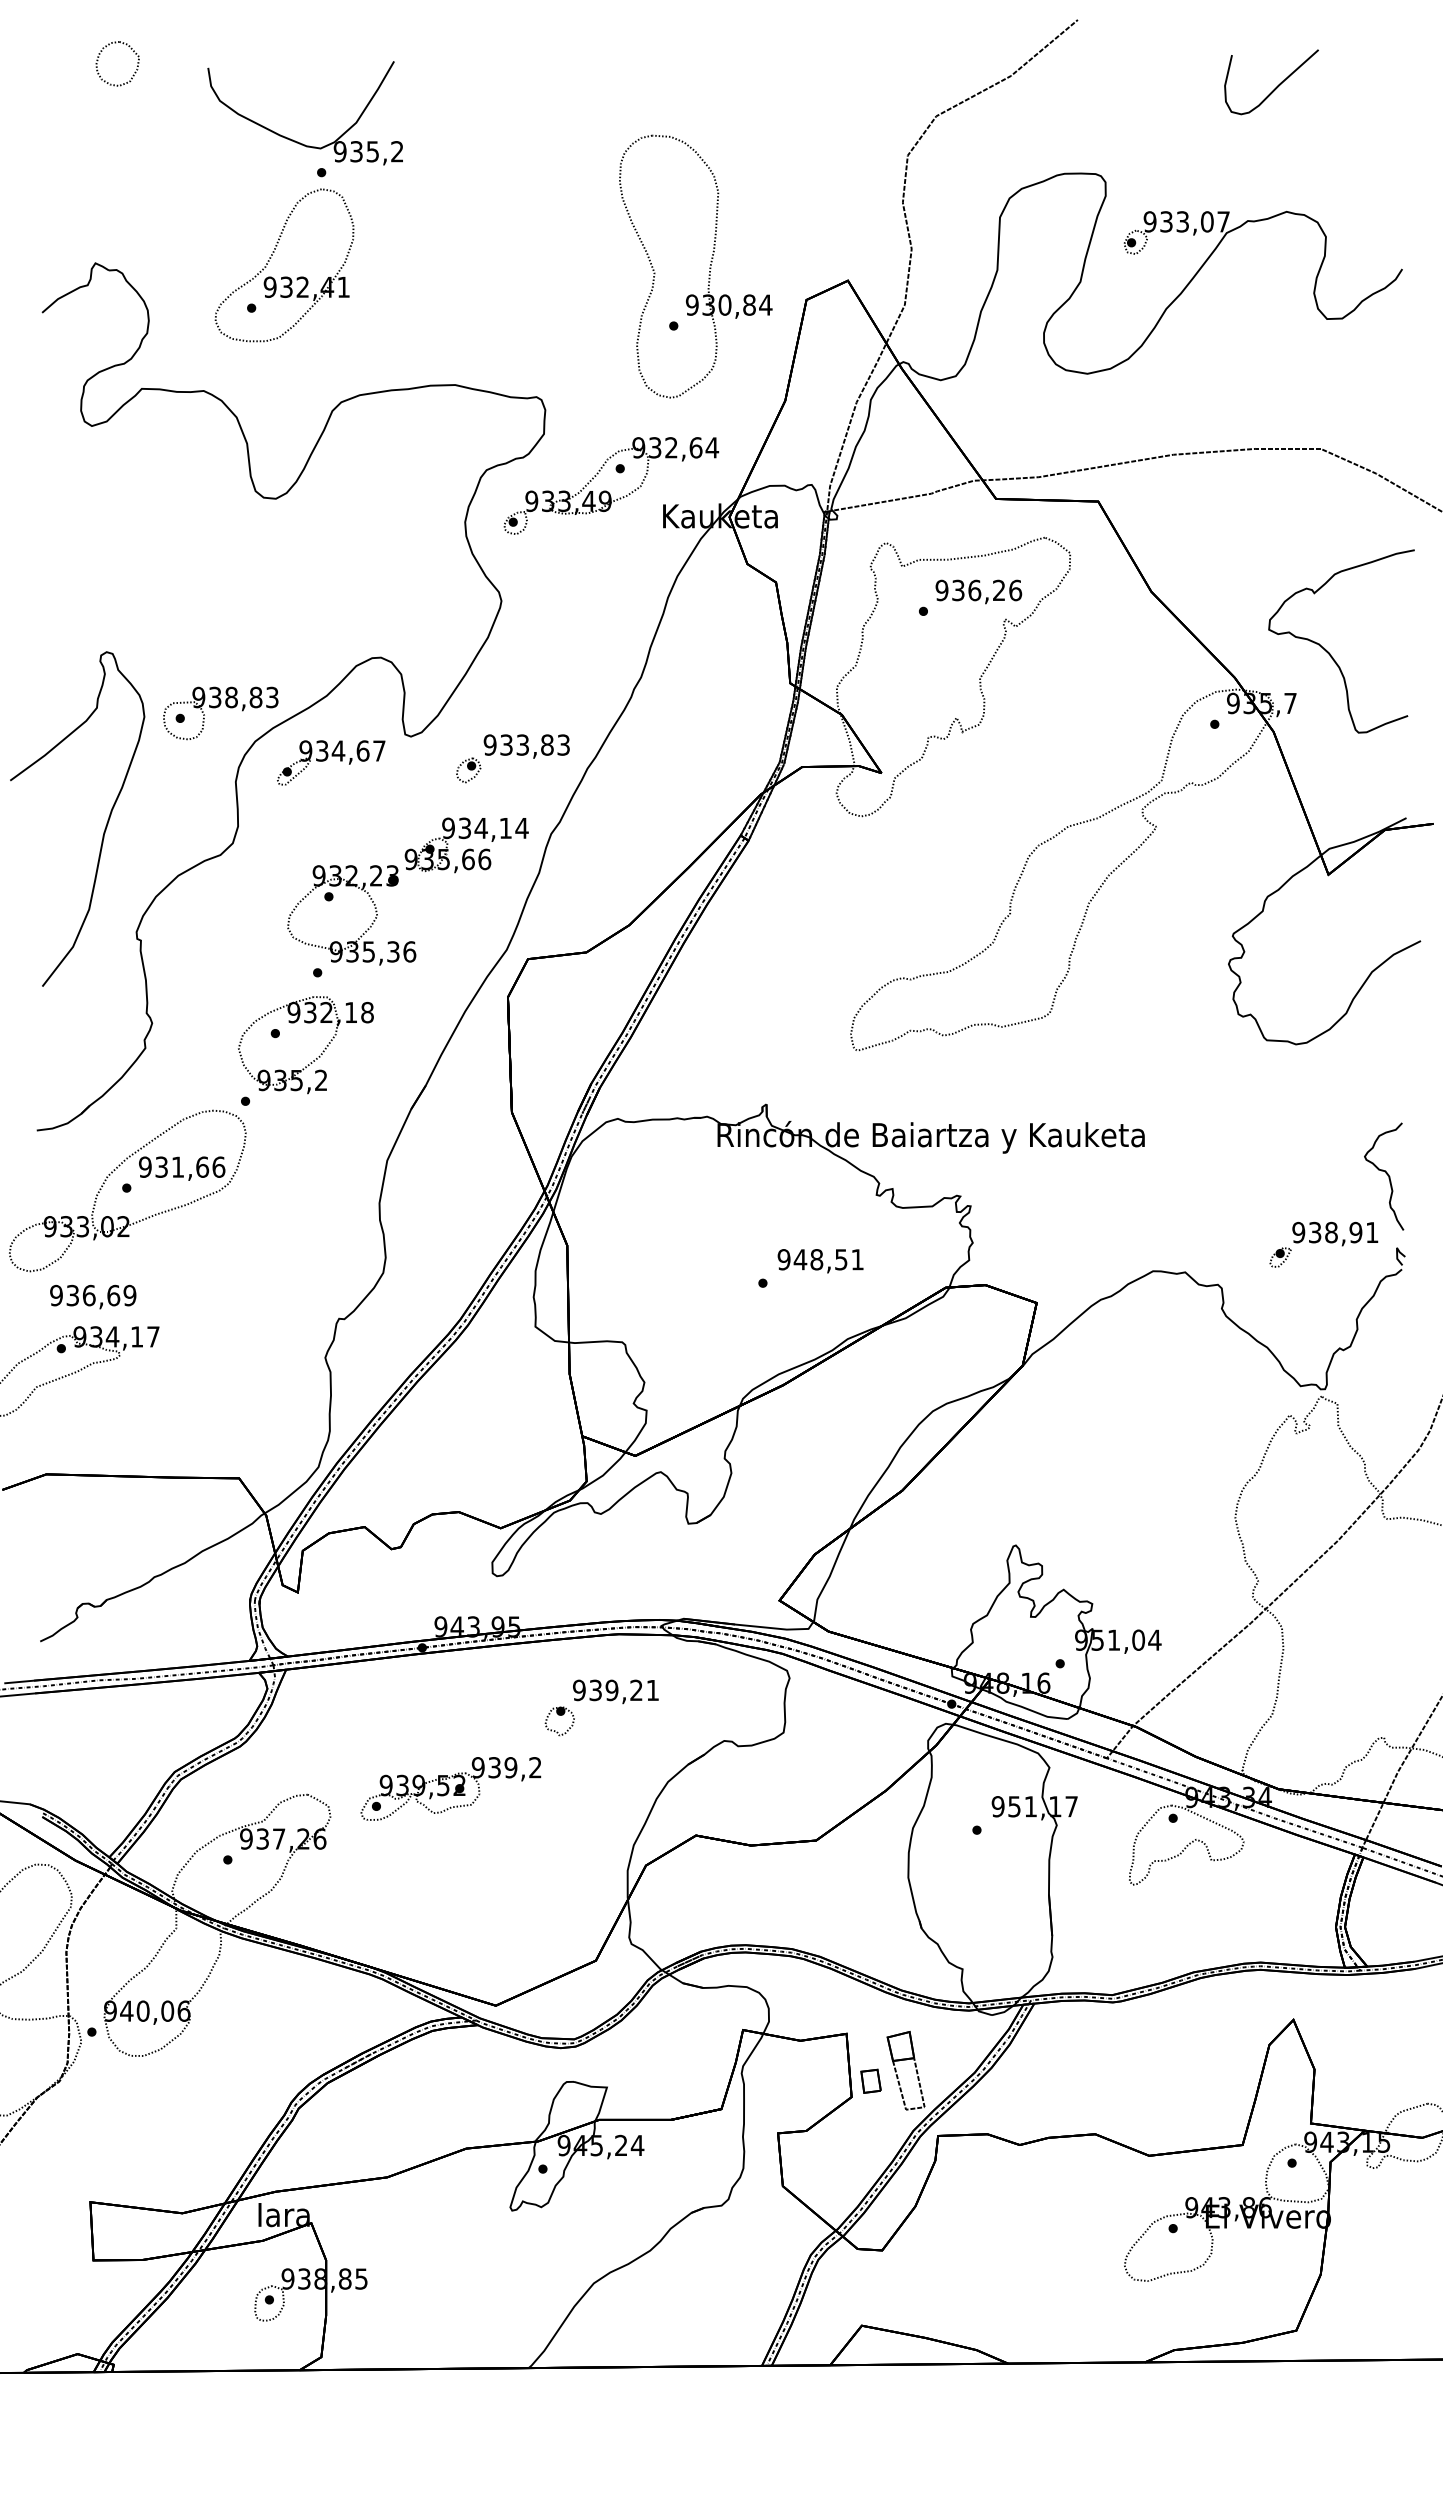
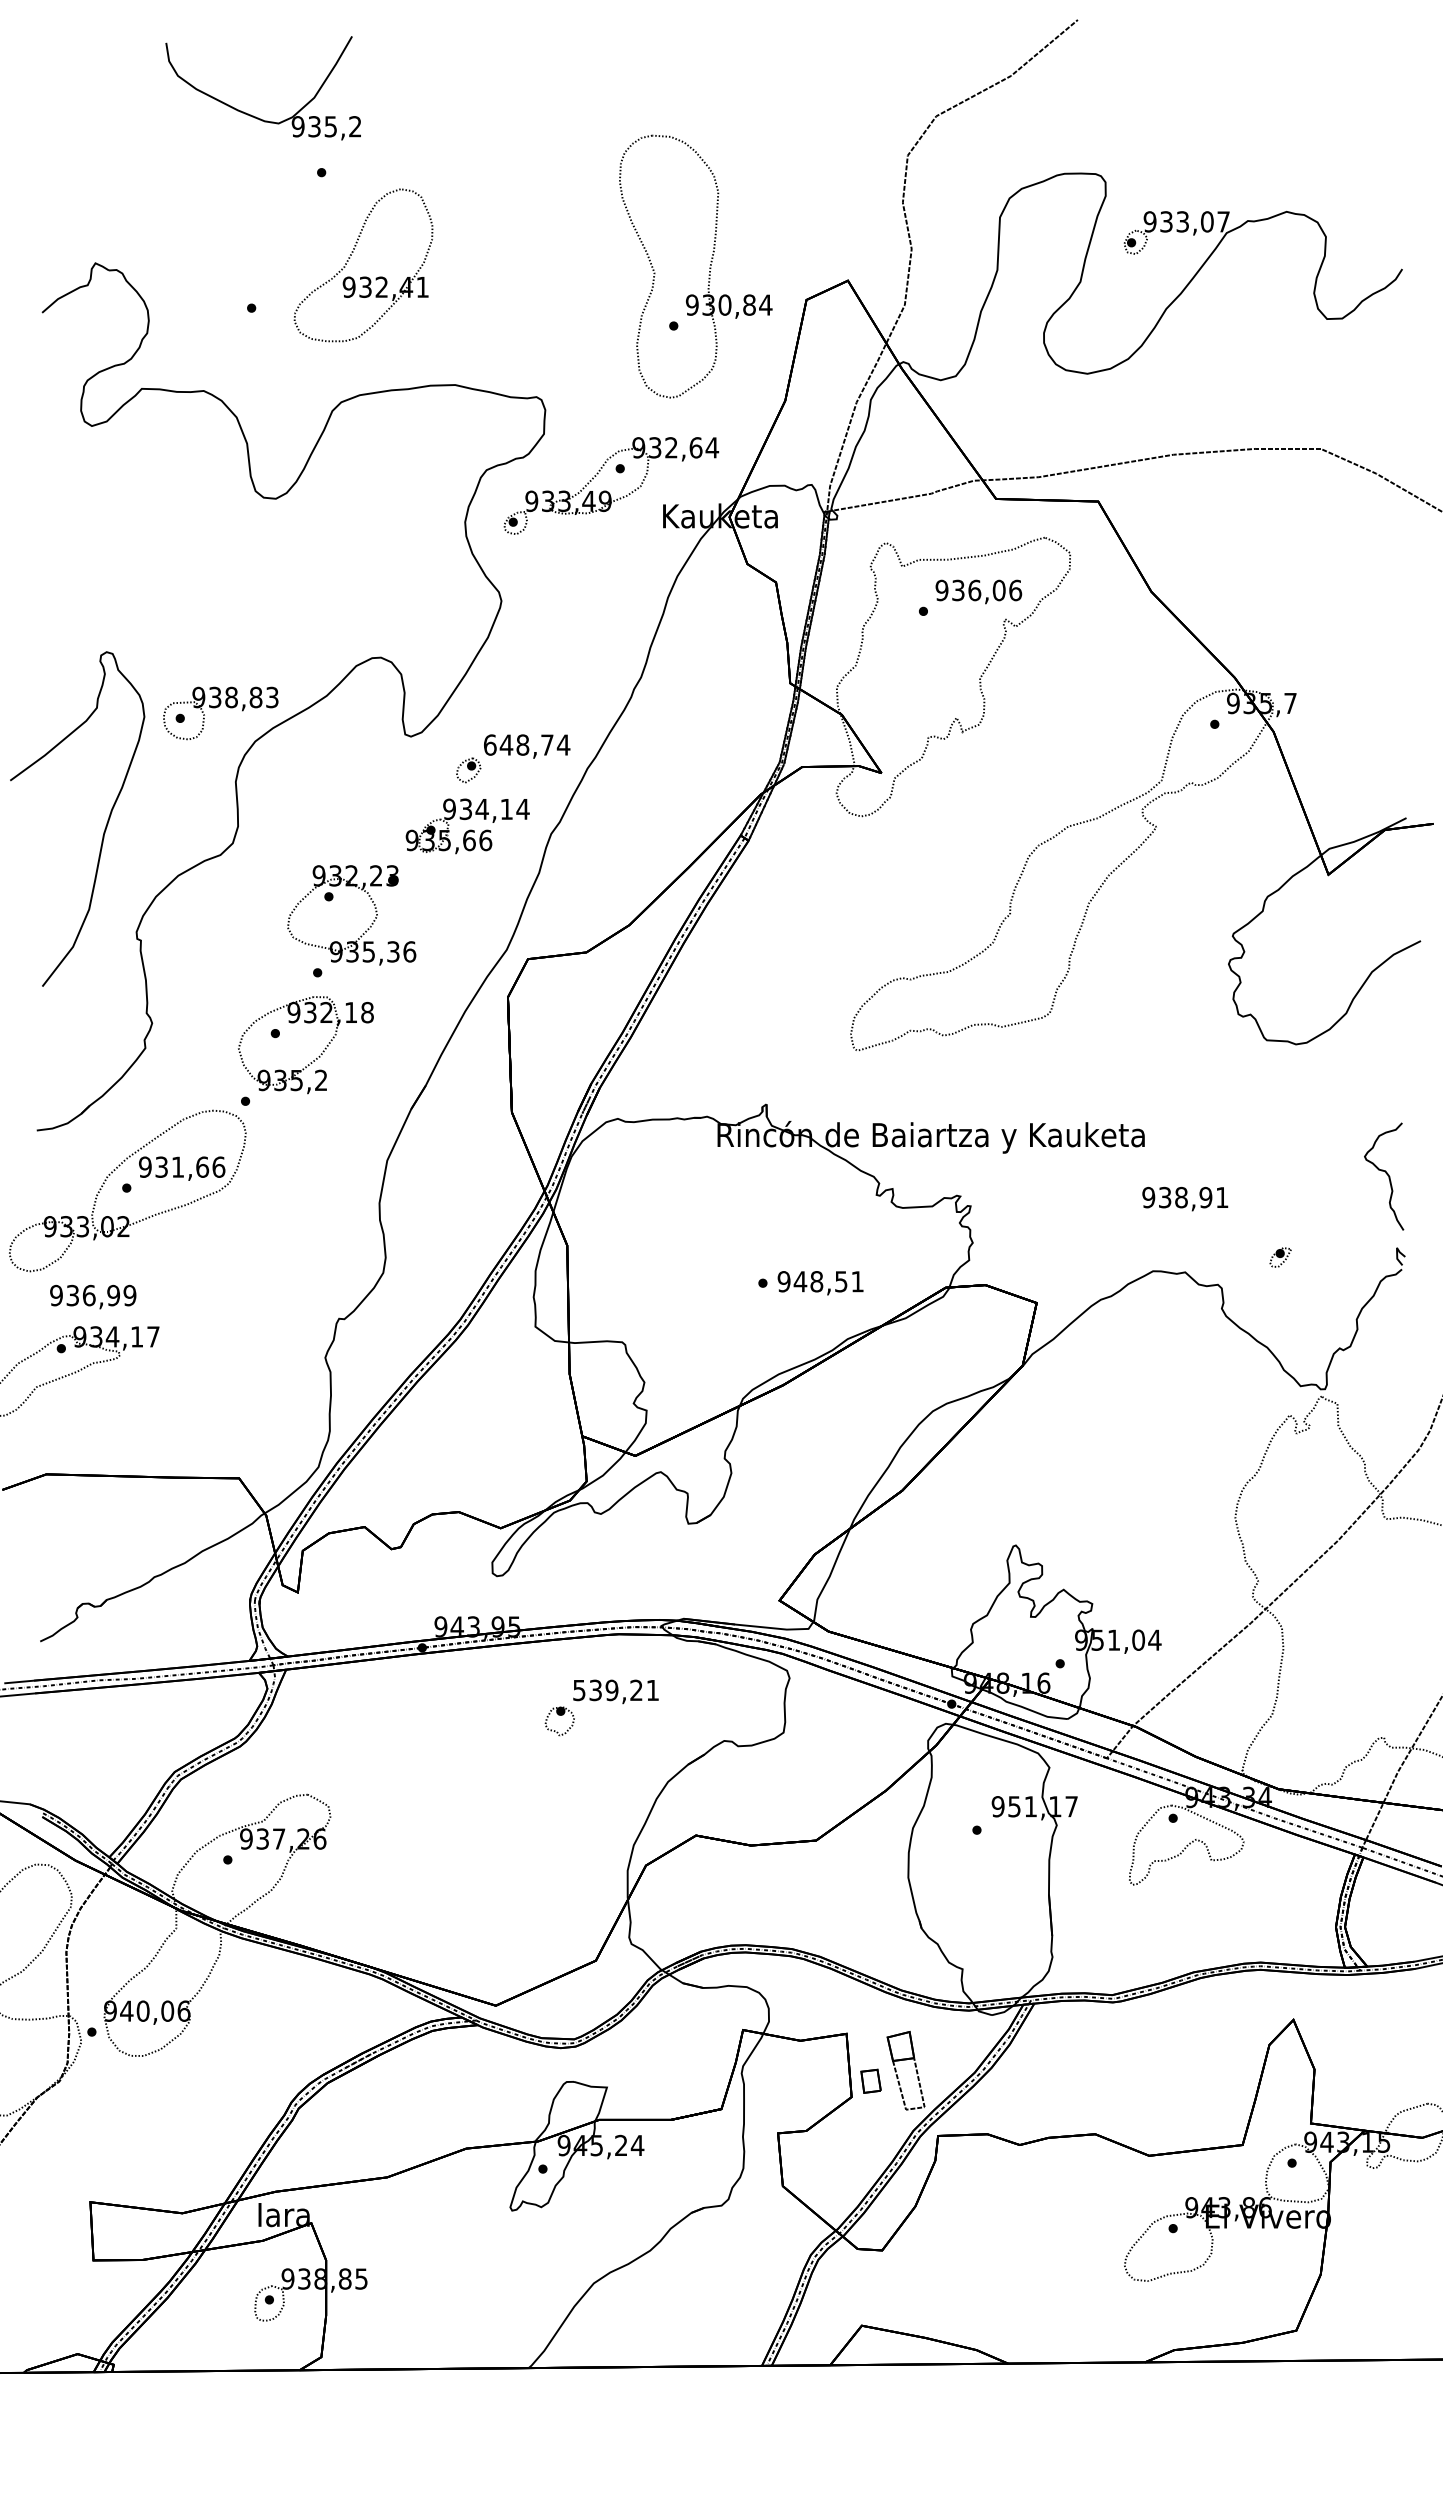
part at (99, 57): present -> none
curve at (1276, 86): present -> none
part at (293, 139) position: (293, 139) -> (251, 114)
part at (284, 276) position: (284, 276) -> (363, 276)
text at (998, 590): 936,26 -> 936,06
curve at (1329, 652): present -> none
text at (526, 744): 933,83 -> 648,74
part at (331, 762): present -> none
part at (466, 845) position: (466, 845) -> (467, 826)
text at (1335, 1233) position: (1335, 1233) -> (1185, 1198)
text at (820, 1261) position: (820, 1261) -> (820, 1283)
text at (113, 1295): 936,69 -> 936,99
text at (579, 1689): 939,21 -> 539,21
part at (450, 1788): present -> none
